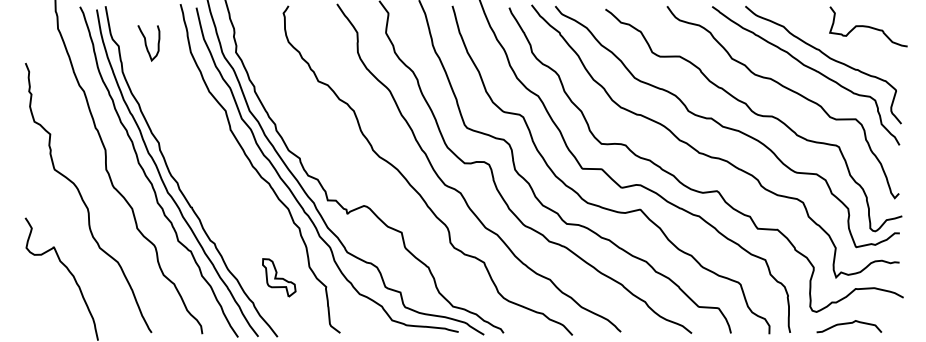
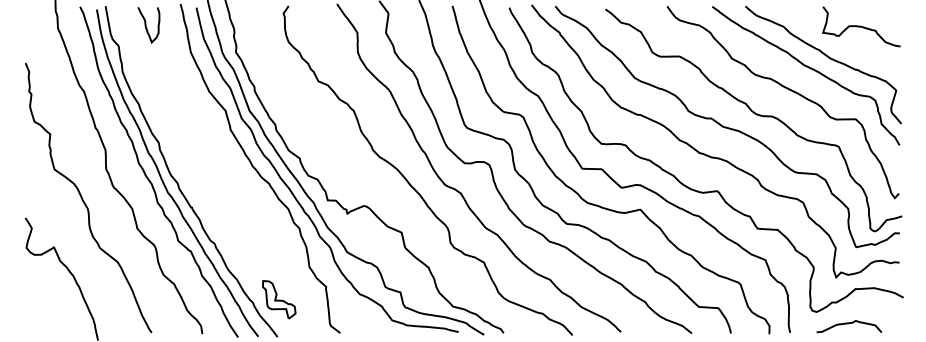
curve at (868, 26) position: (868, 26) -> (861, 26)
curve at (146, 43) position: (146, 43) -> (146, 25)
part at (279, 277) position: (279, 277) -> (279, 299)
